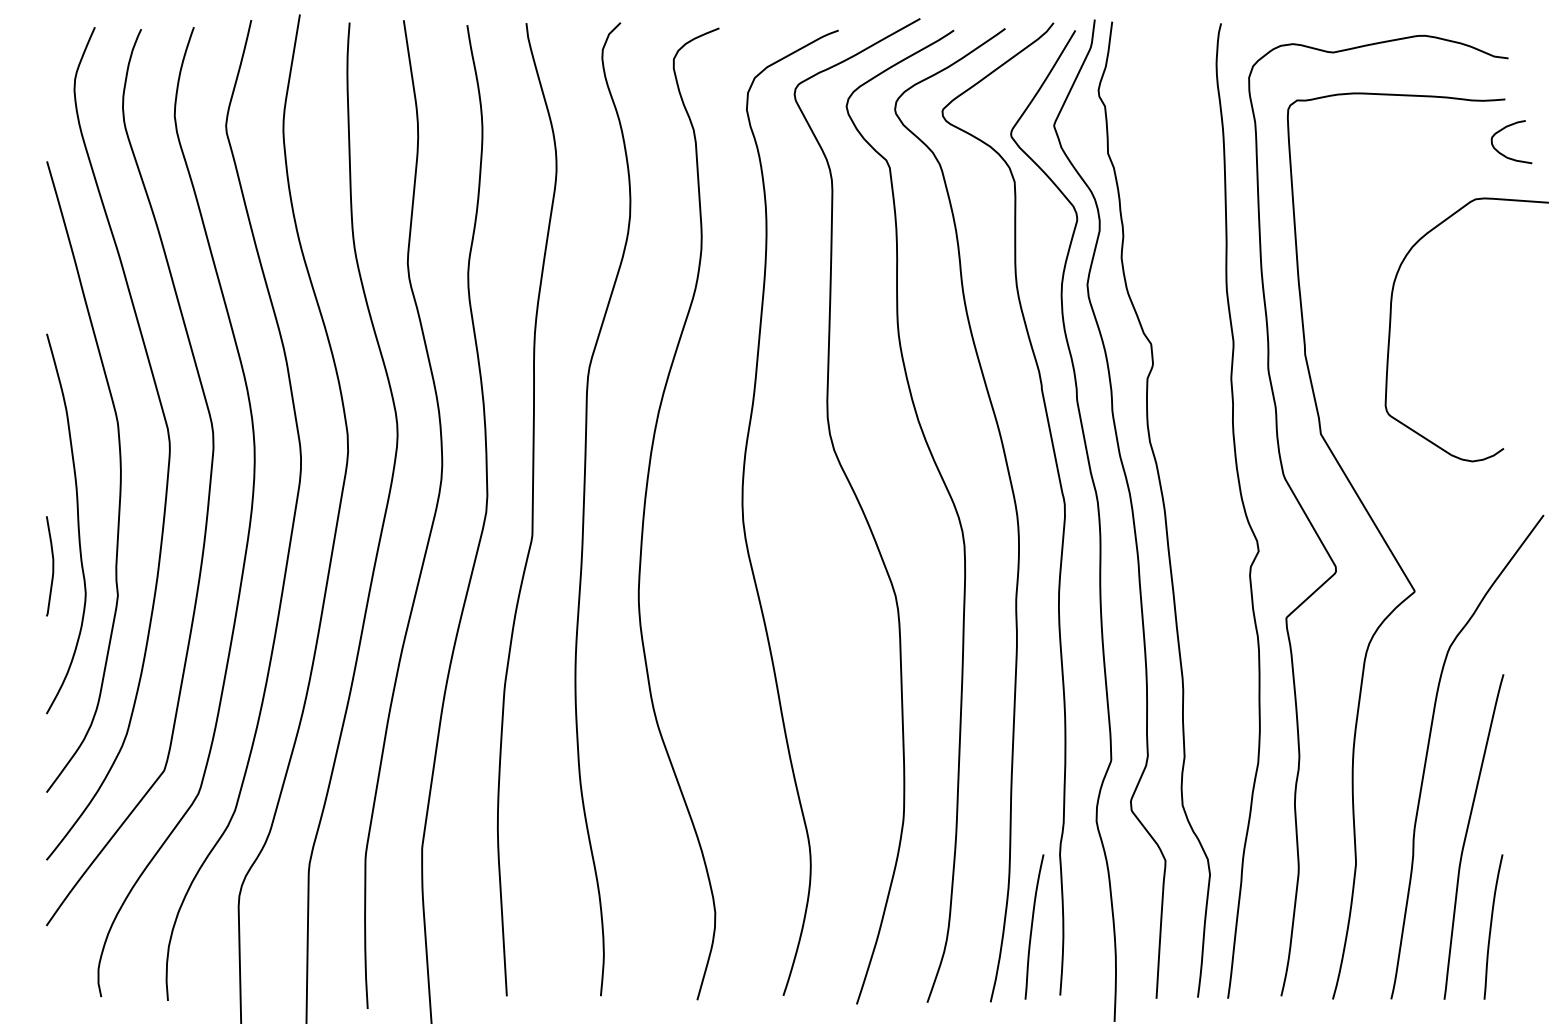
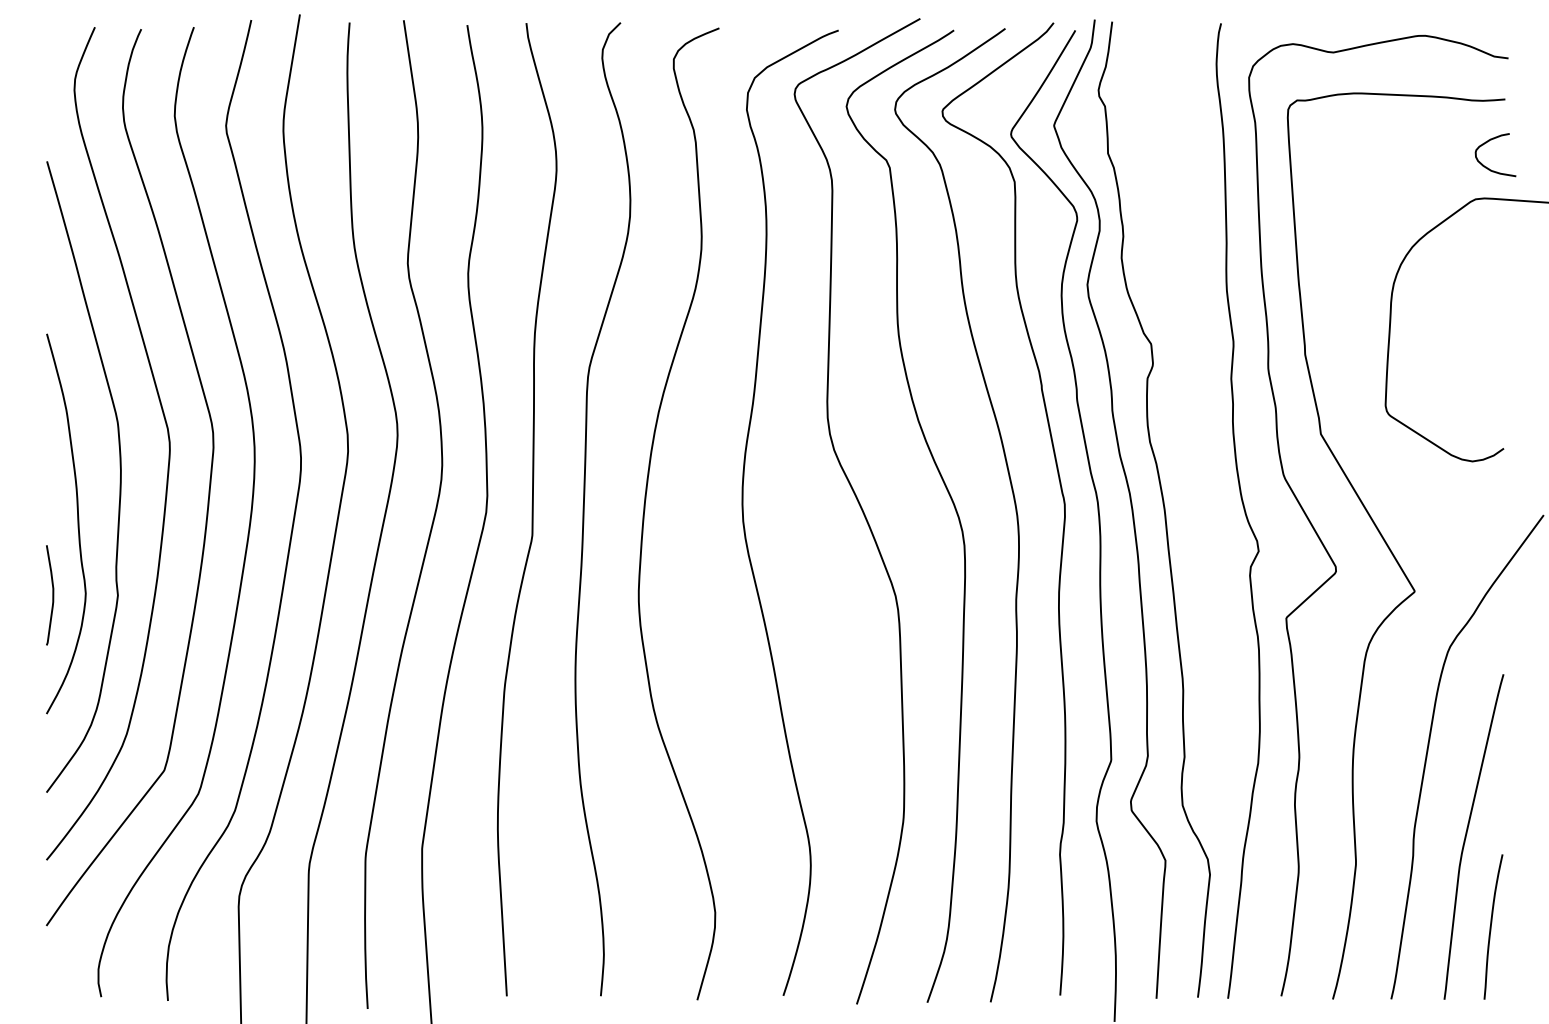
curve at (1502, 153) position: (1502, 153) -> (1486, 166)
curve at (52, 566) position: (52, 566) -> (52, 595)
curve at (1032, 926): present -> none
